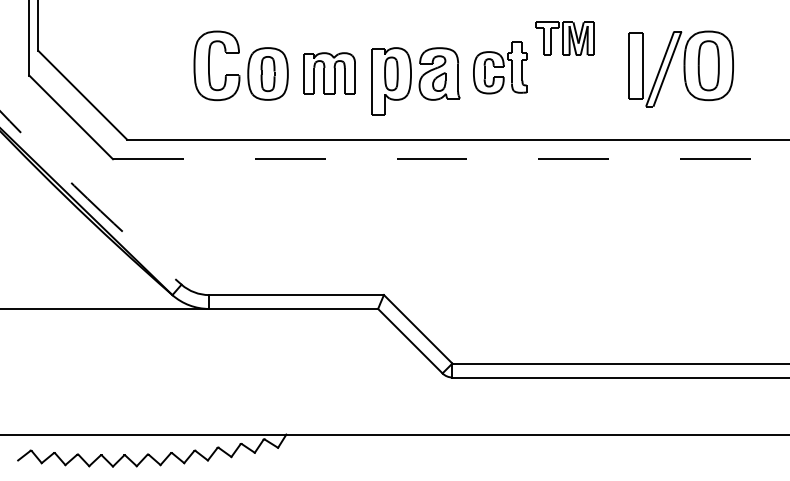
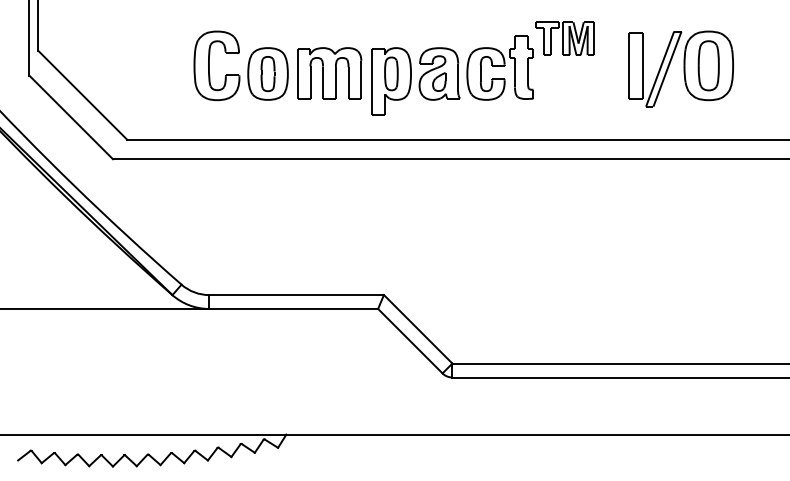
part at (500, 67) size: 55x54 px -> 68x66 px
part at (329, 73) size: 53x43 px -> 66x53 px
line at (451, 159): dashed -> solid
arc at (89, 200): dashed -> solid
